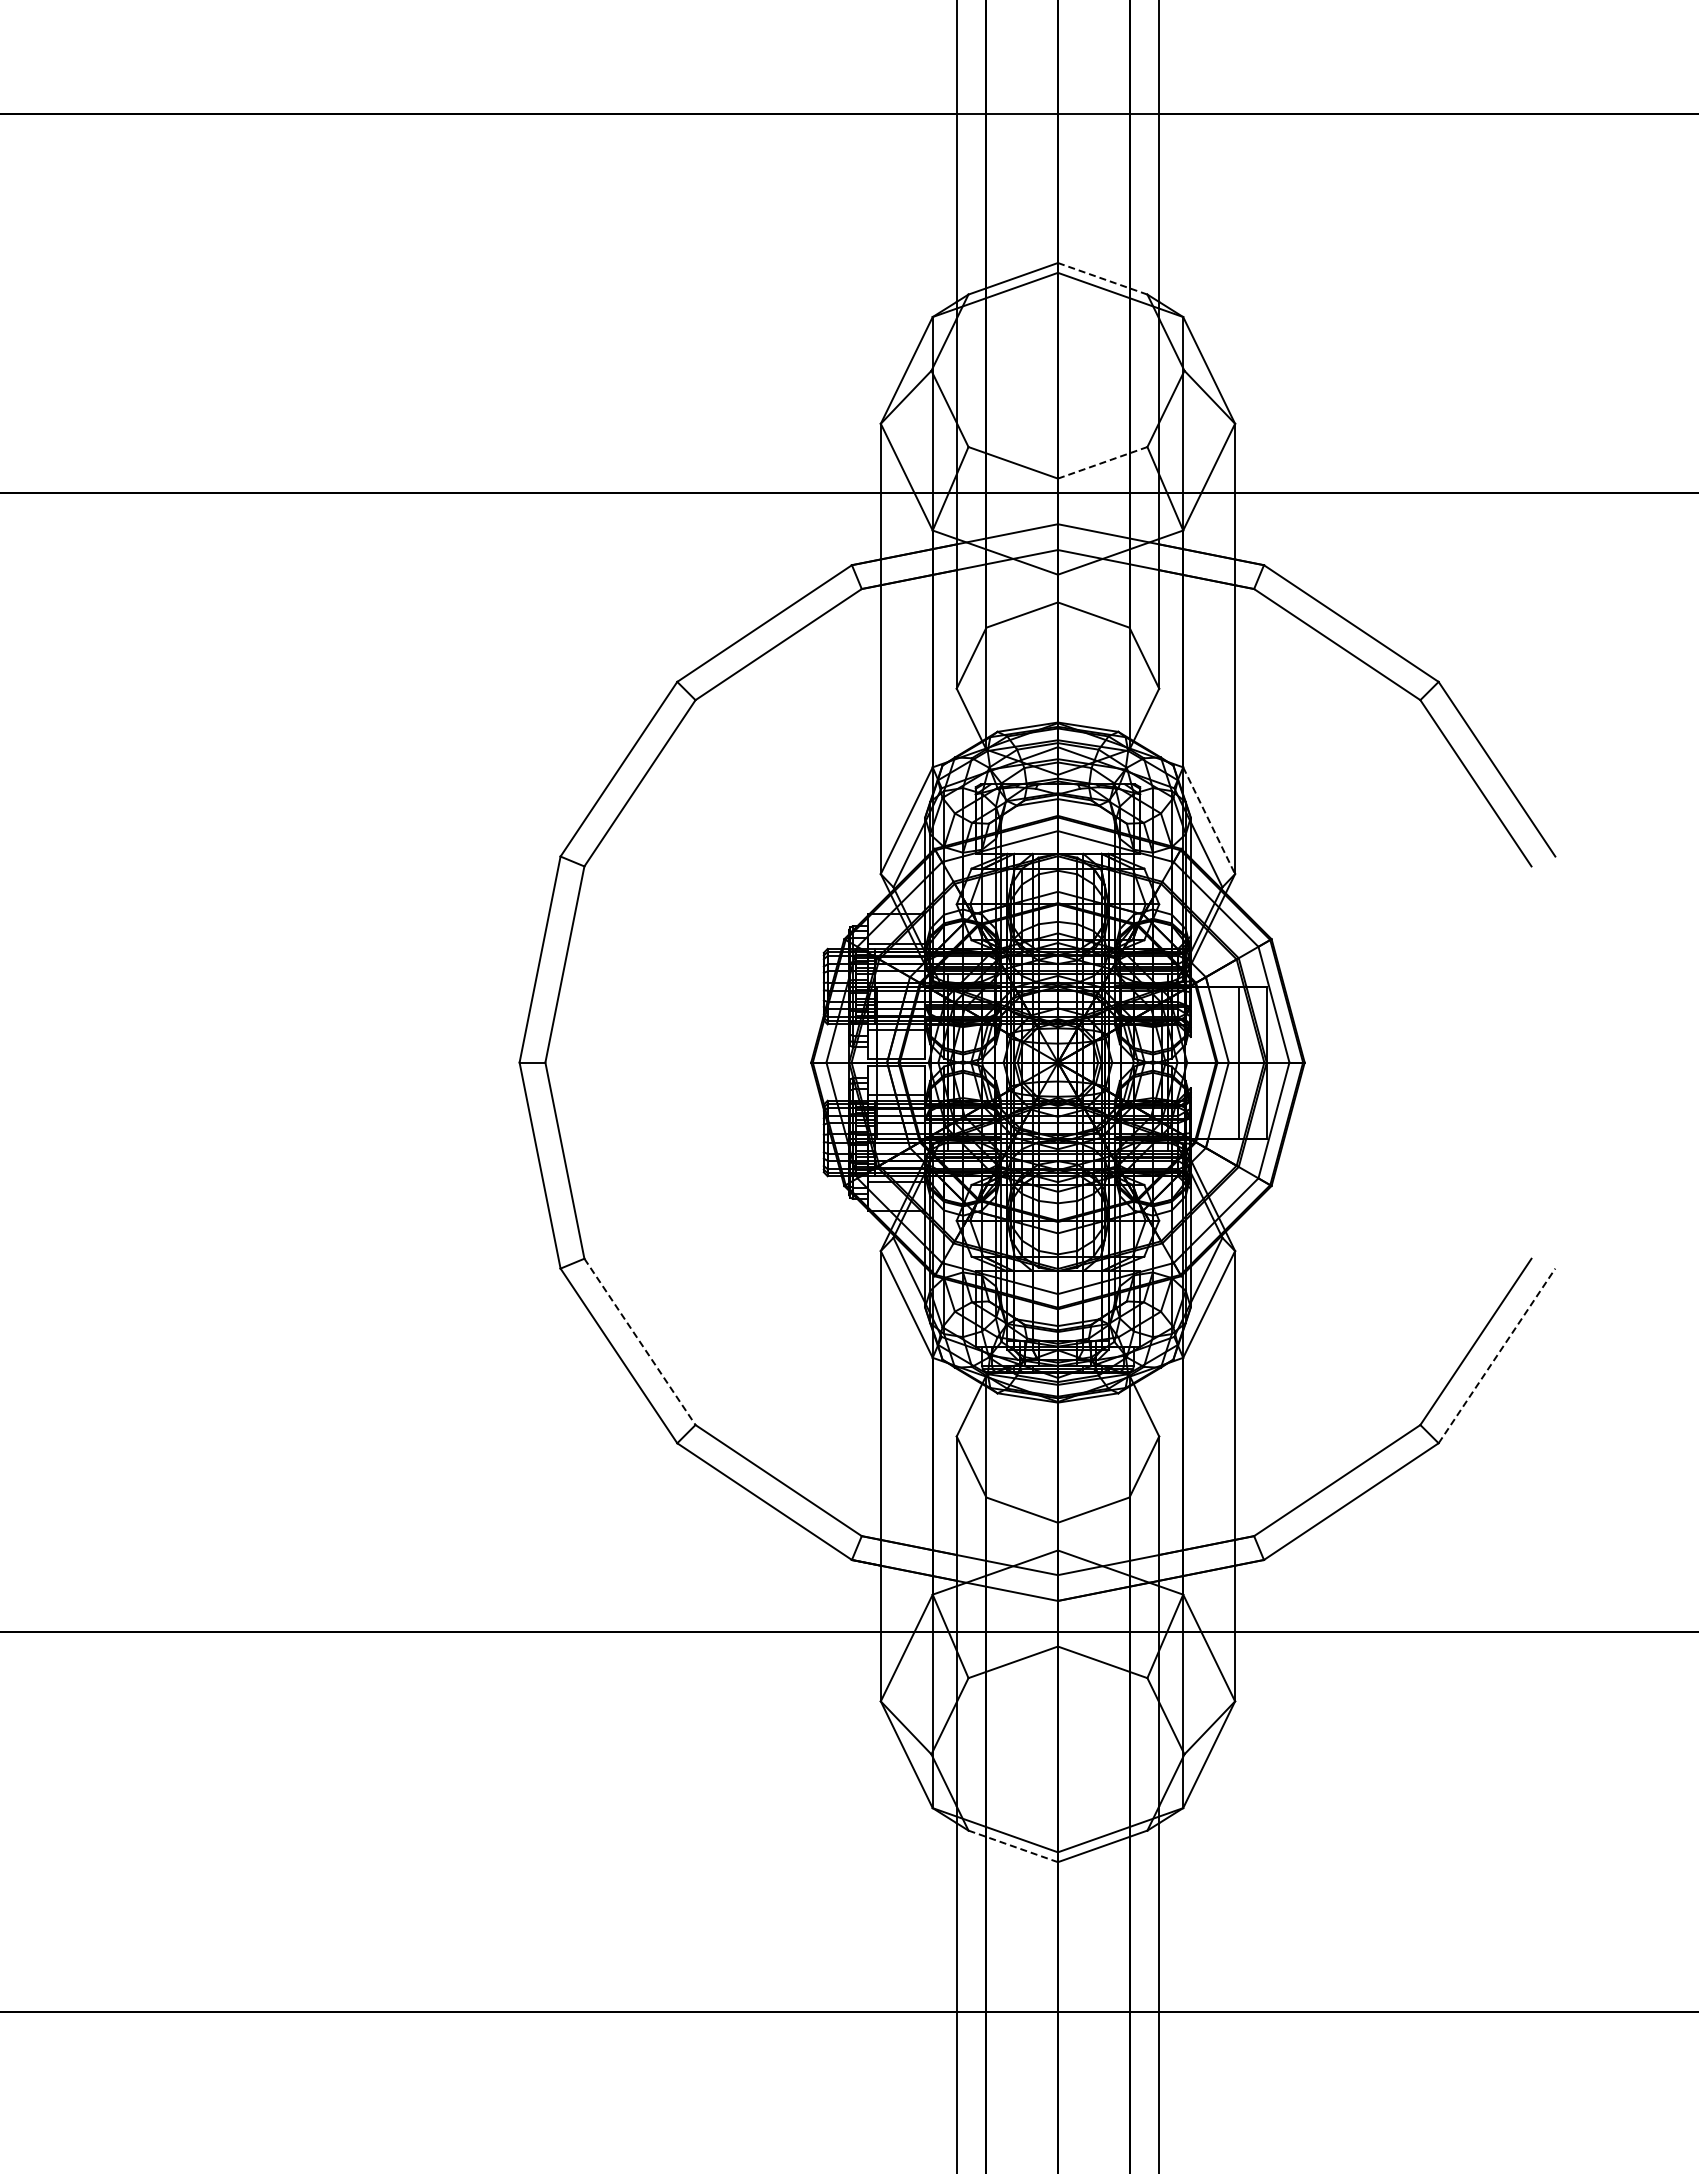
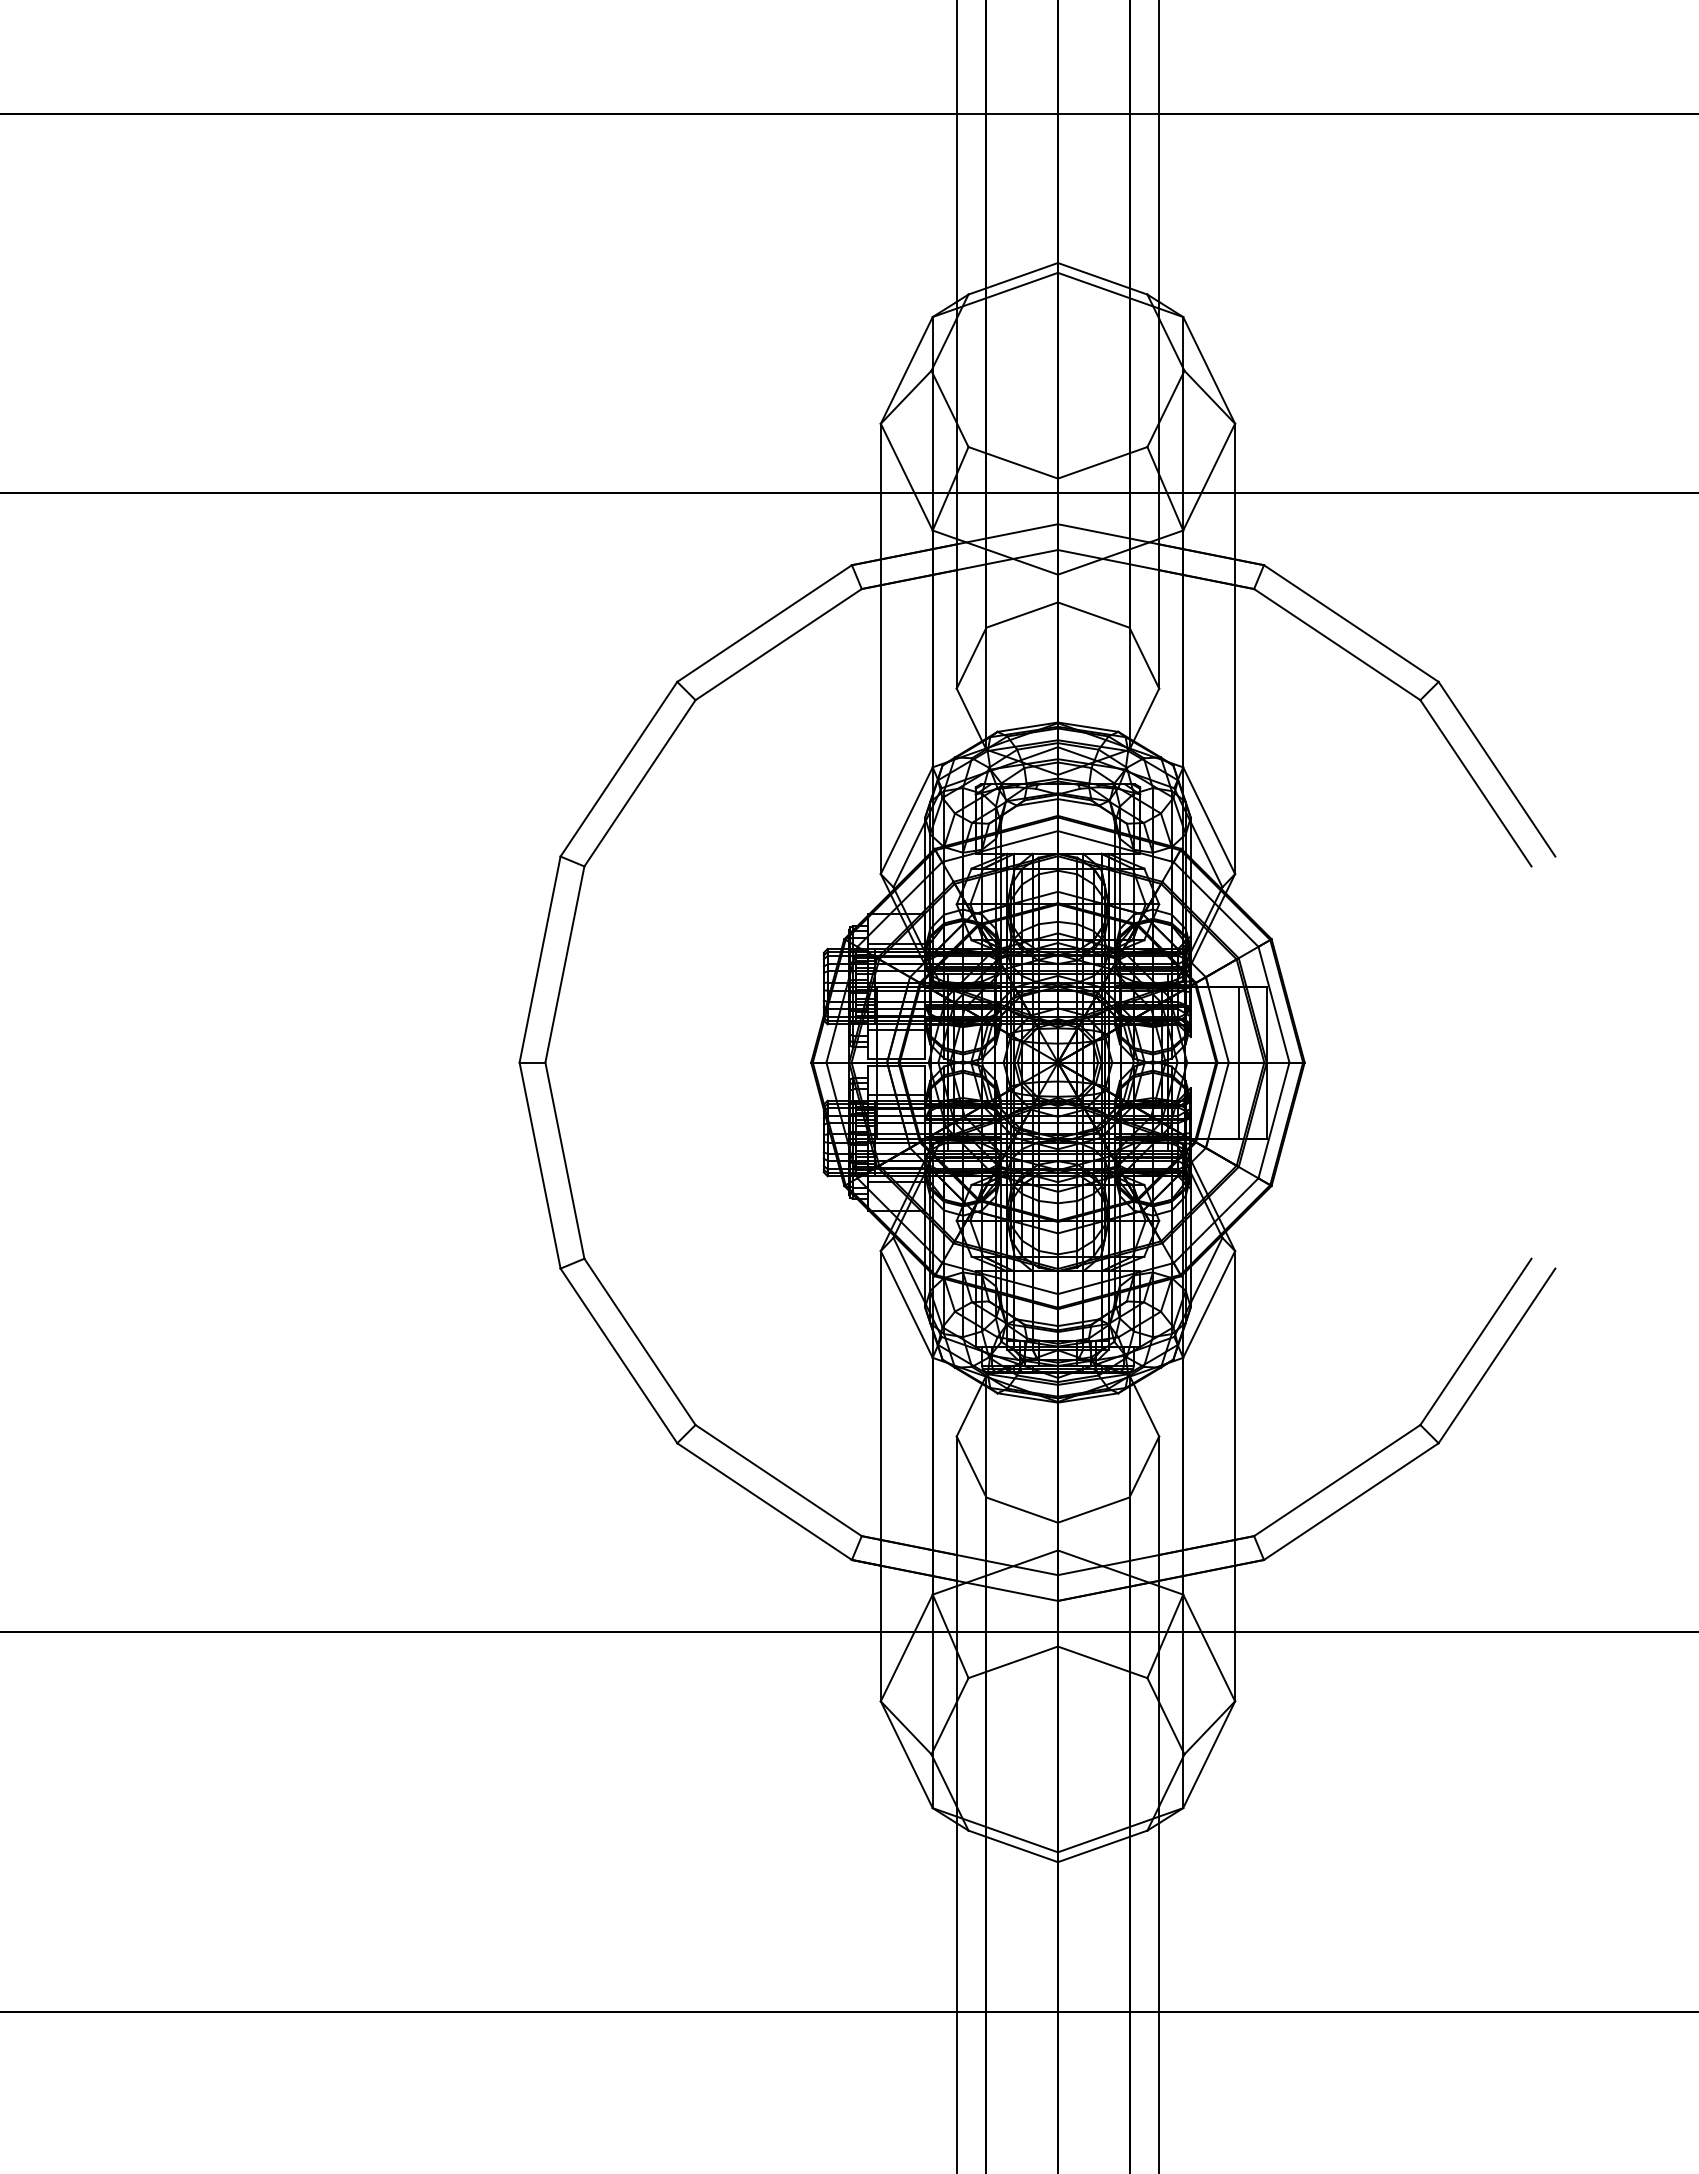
line at (1103, 278): dashed -> solid
line at (1103, 462): dashed -> solid
line at (1209, 821): dashed -> solid
line at (639, 1341): dashed -> solid
line at (1497, 1355): dashed -> solid
line at (1013, 1846): dashed -> solid
